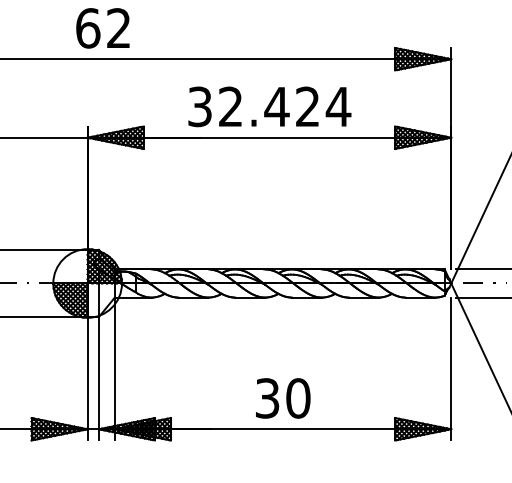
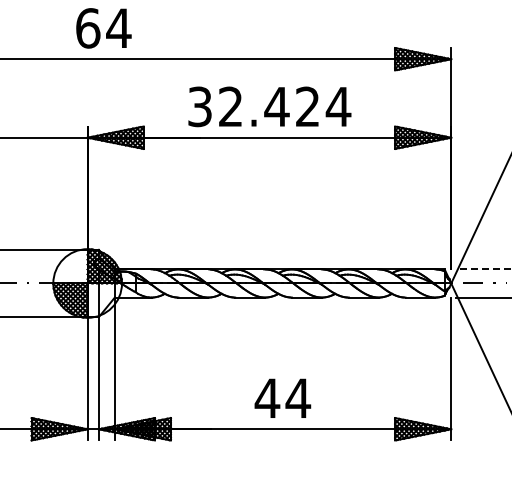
text at (118, 27): 62 -> 64
line at (483, 269): solid -> dashed
text at (282, 398): 30 -> 44
